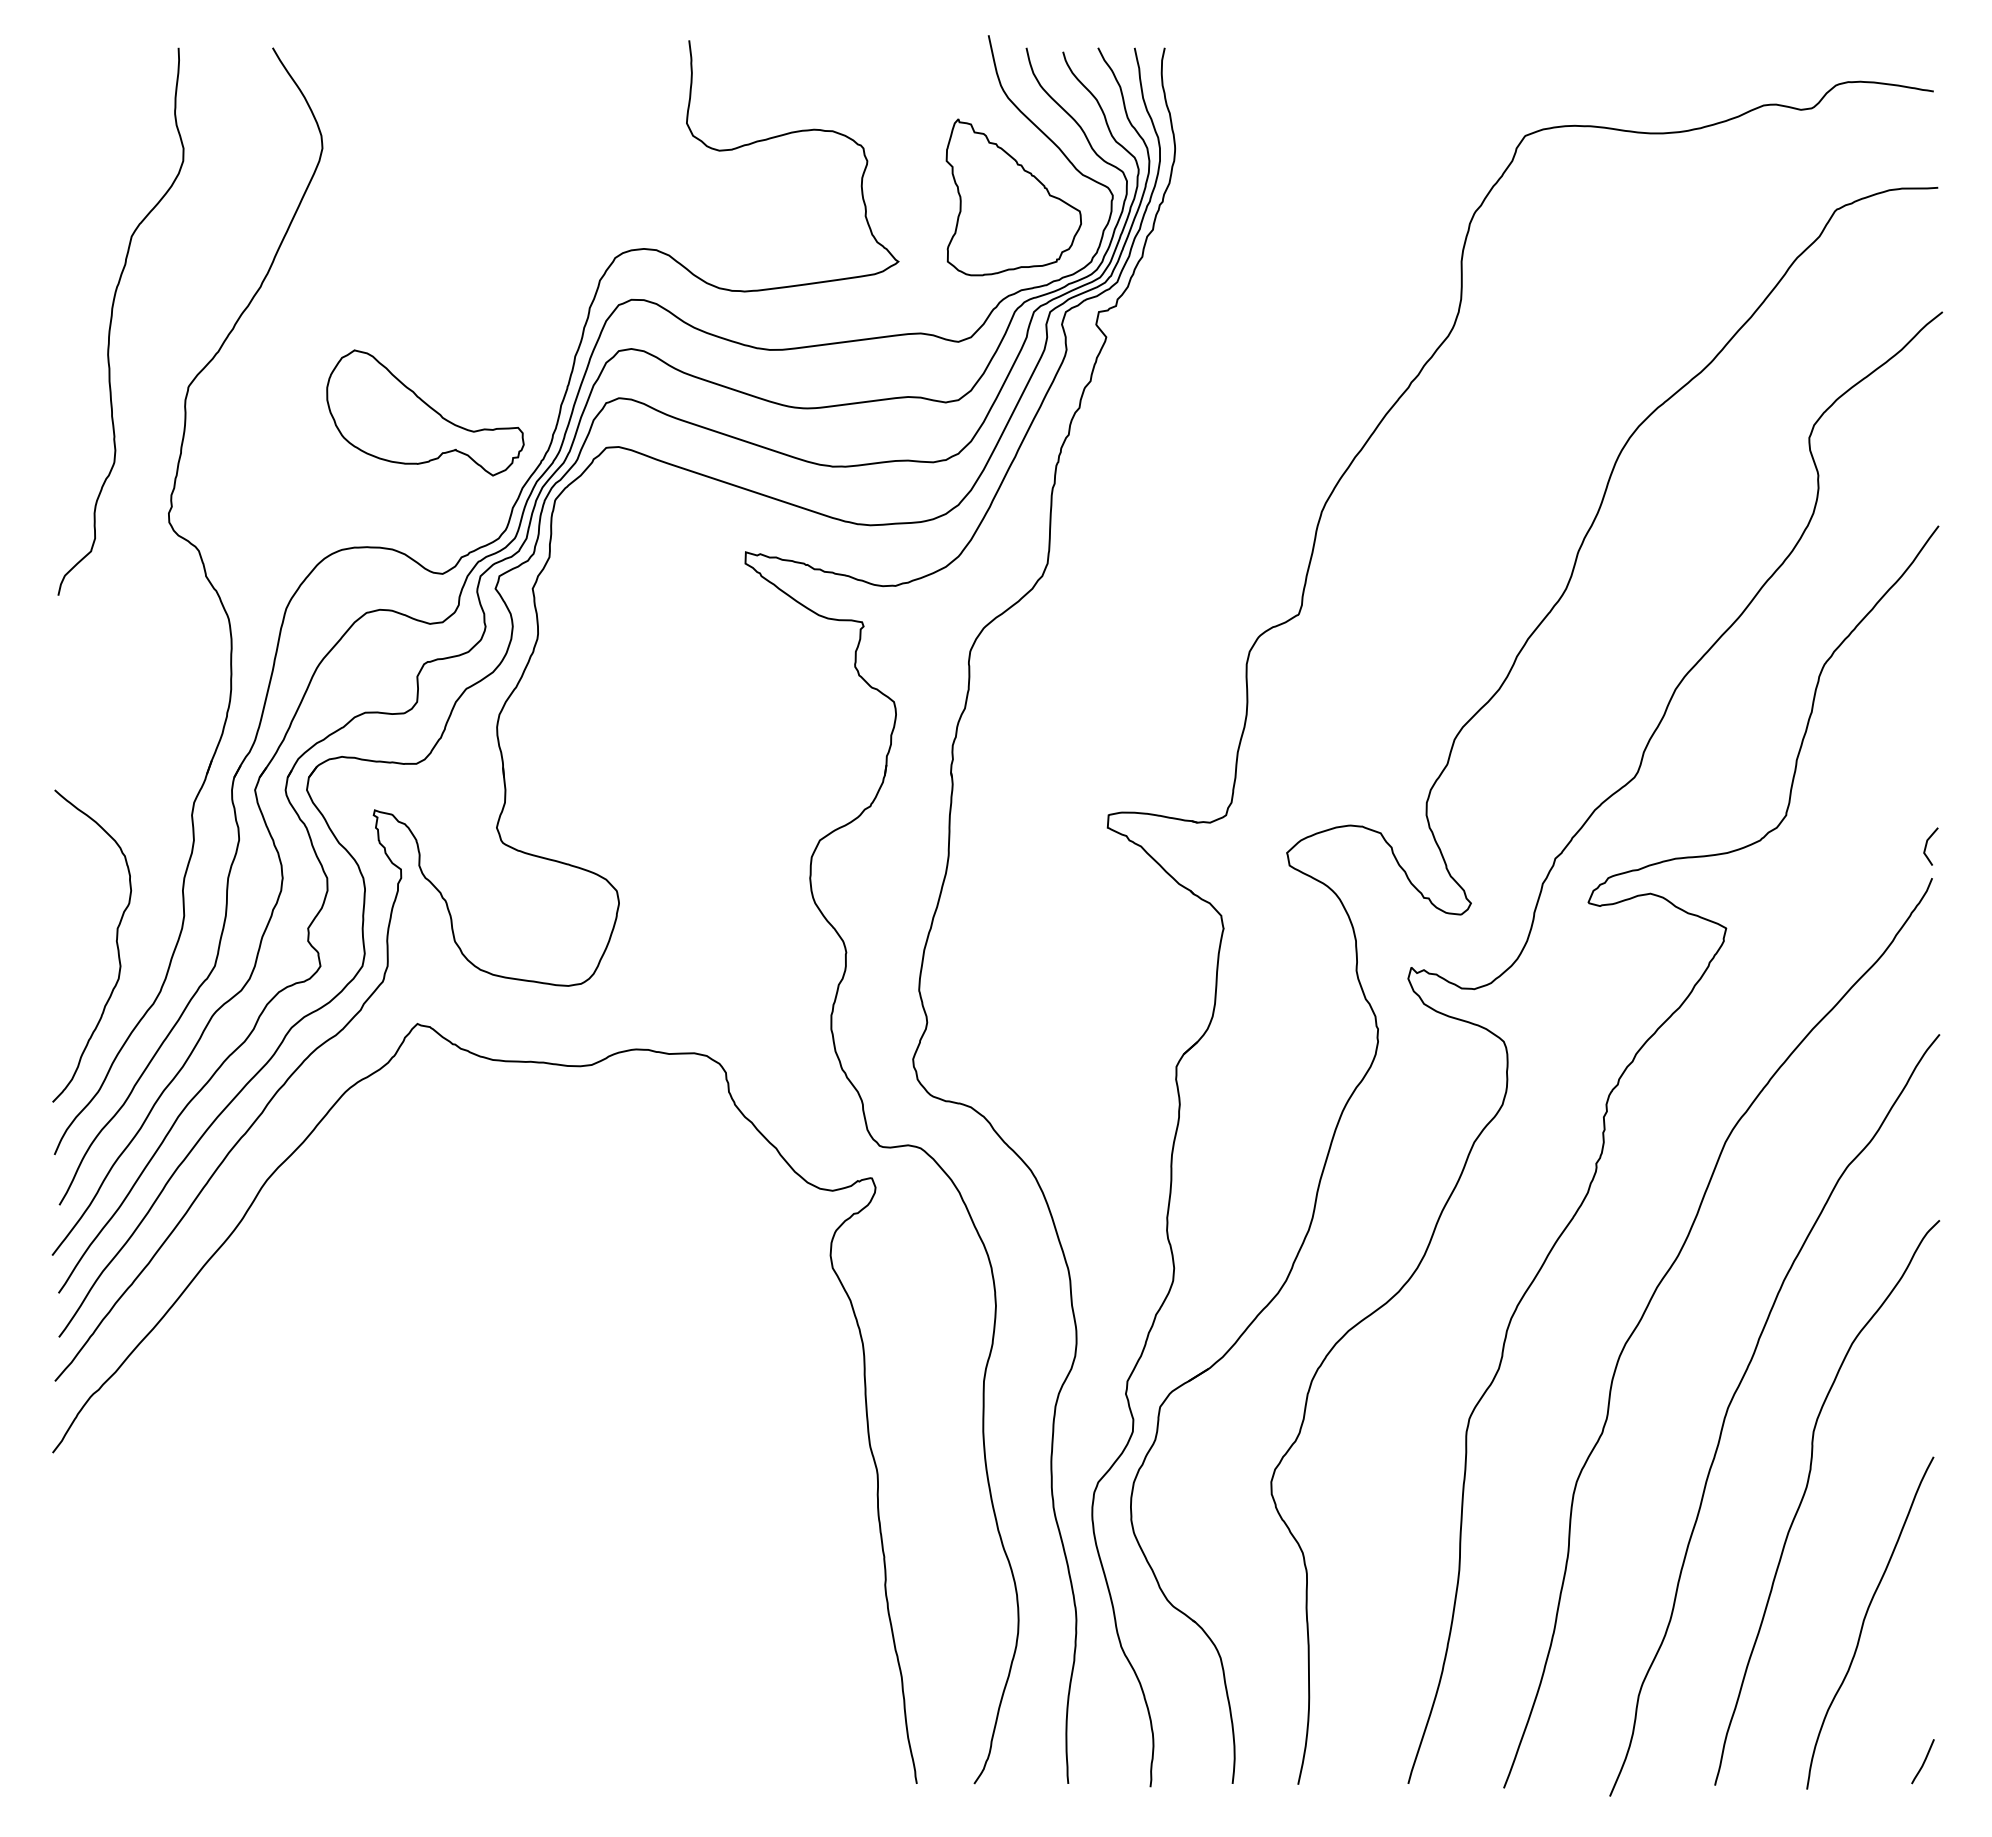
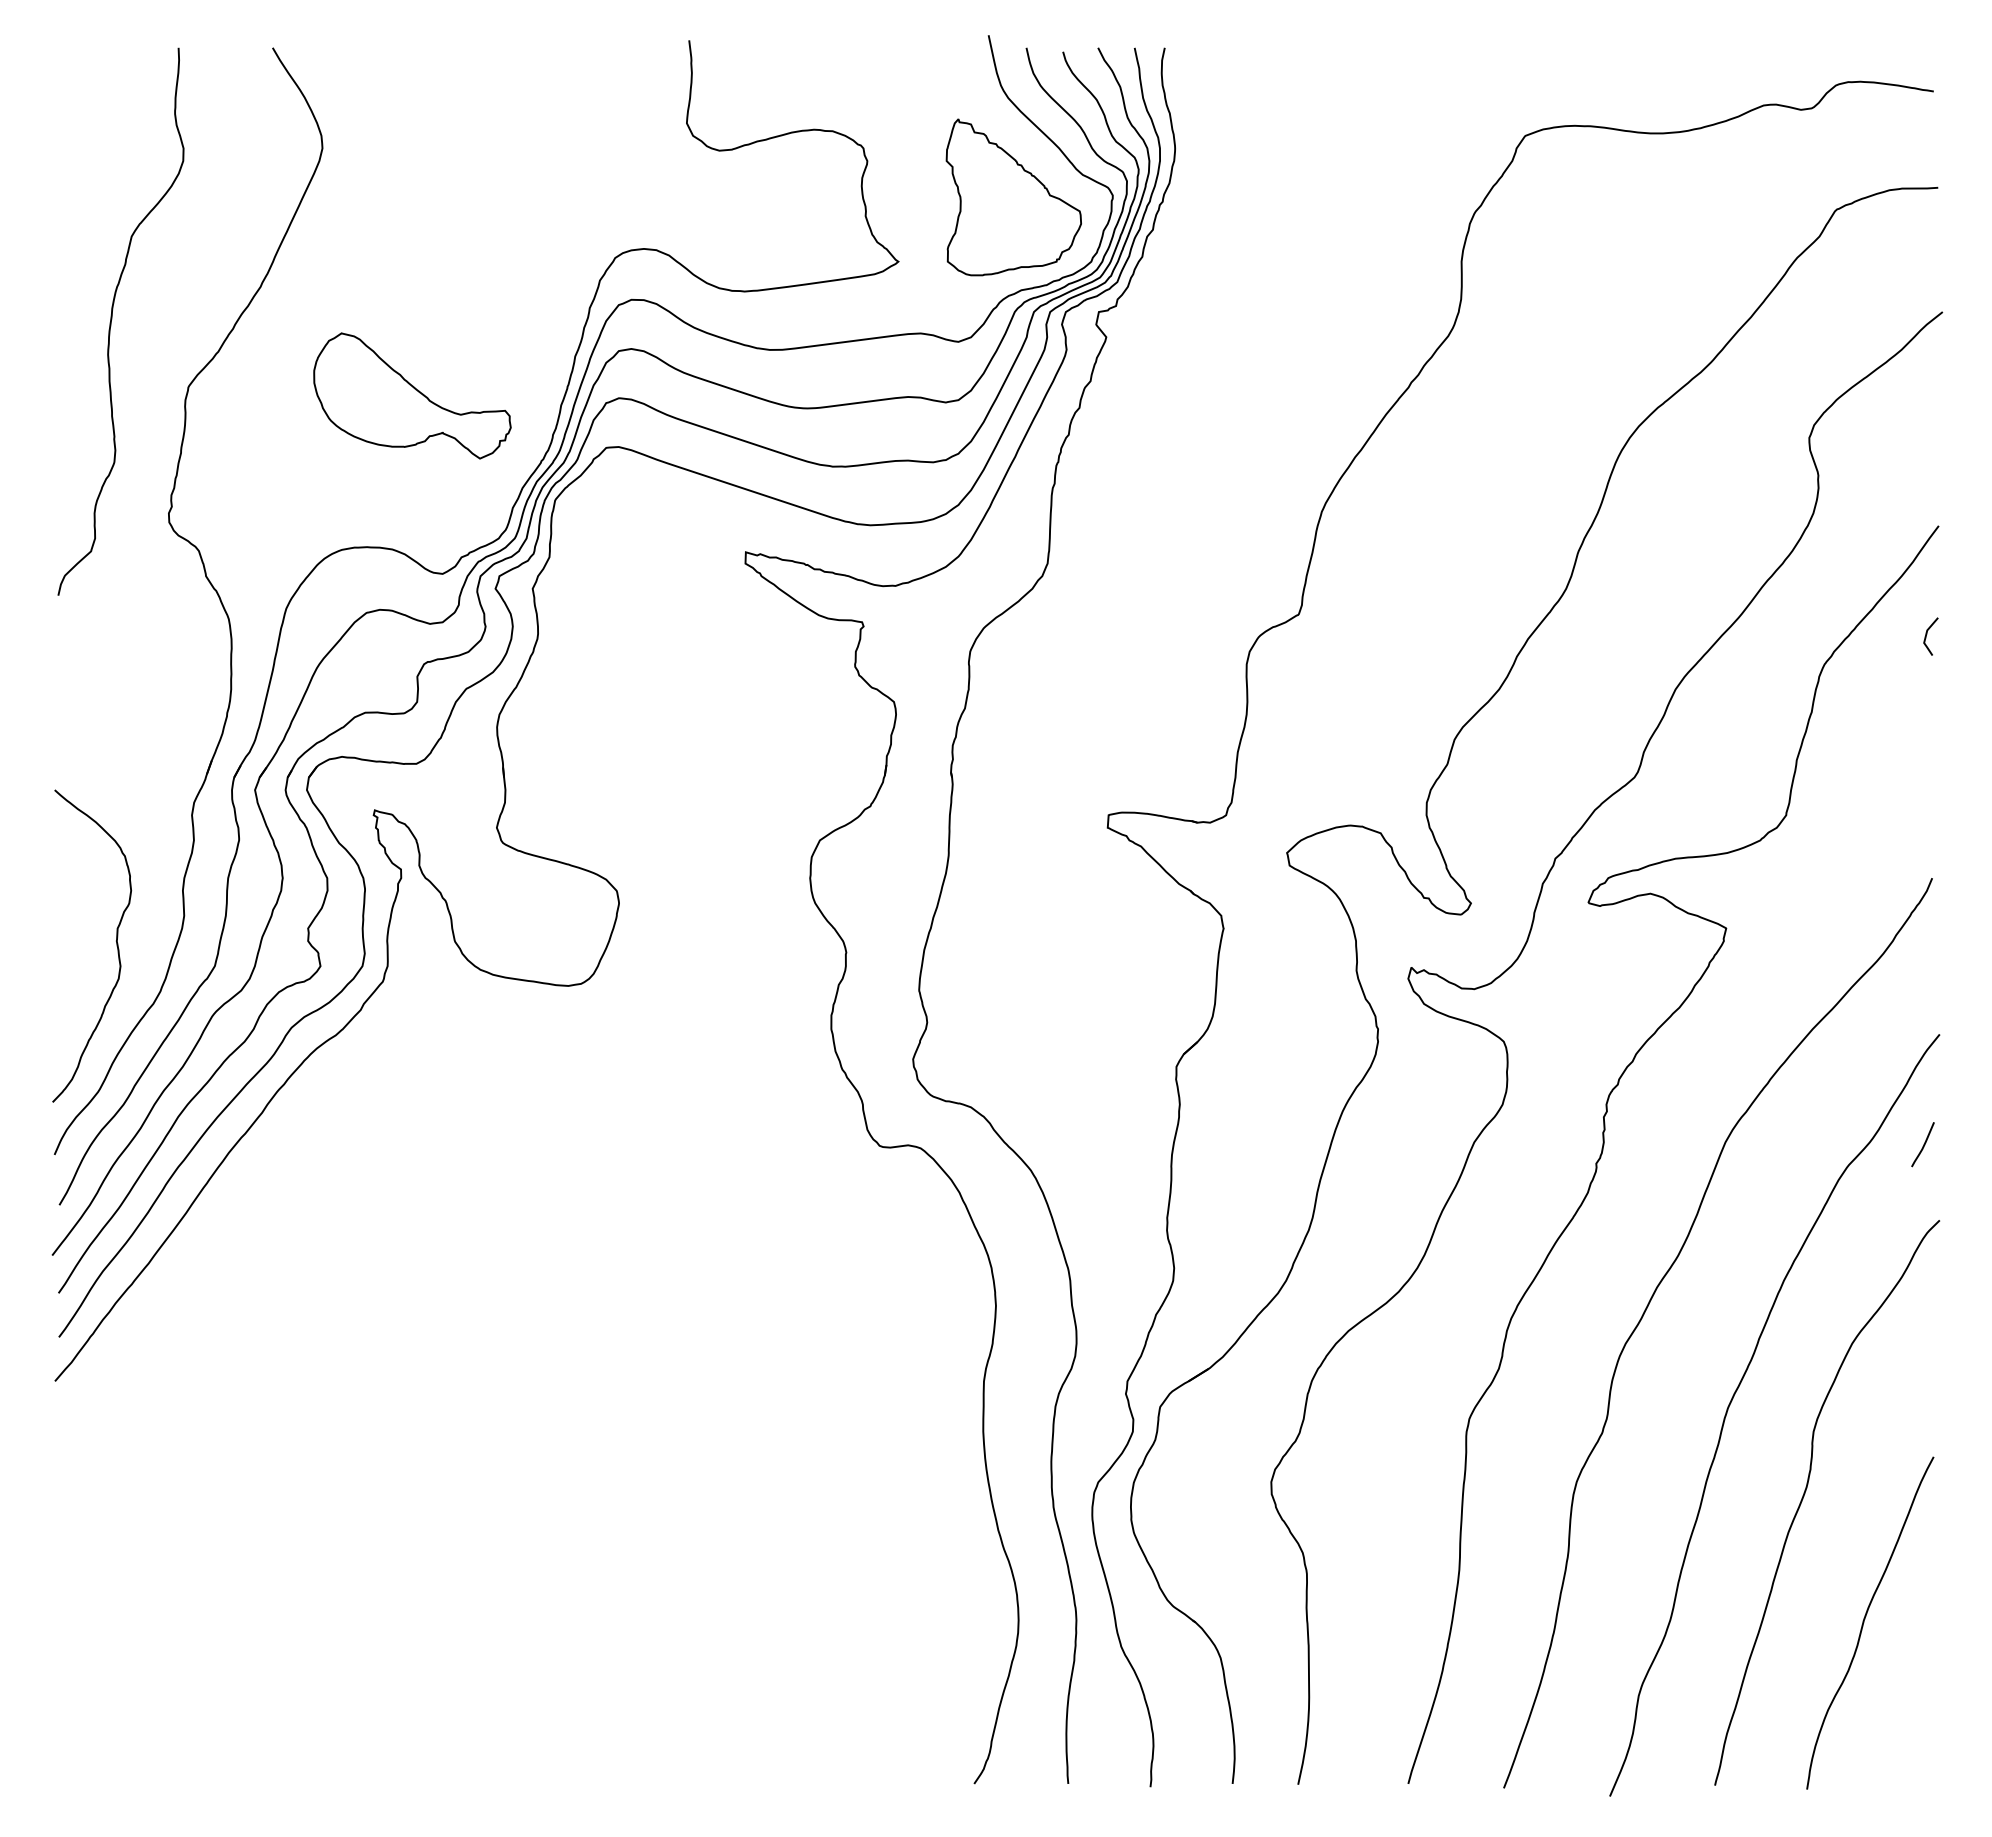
part at (425, 412) position: (425, 412) -> (412, 395)
line at (1927, 844) position: (1927, 844) -> (1927, 634)
curve at (241, 1222): present -> none
curve at (1923, 1761) position: (1923, 1761) -> (1923, 1144)
